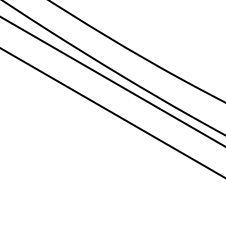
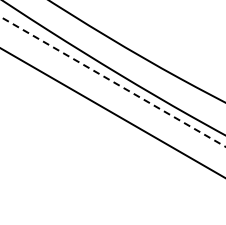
line at (112, 81): solid -> dashed
